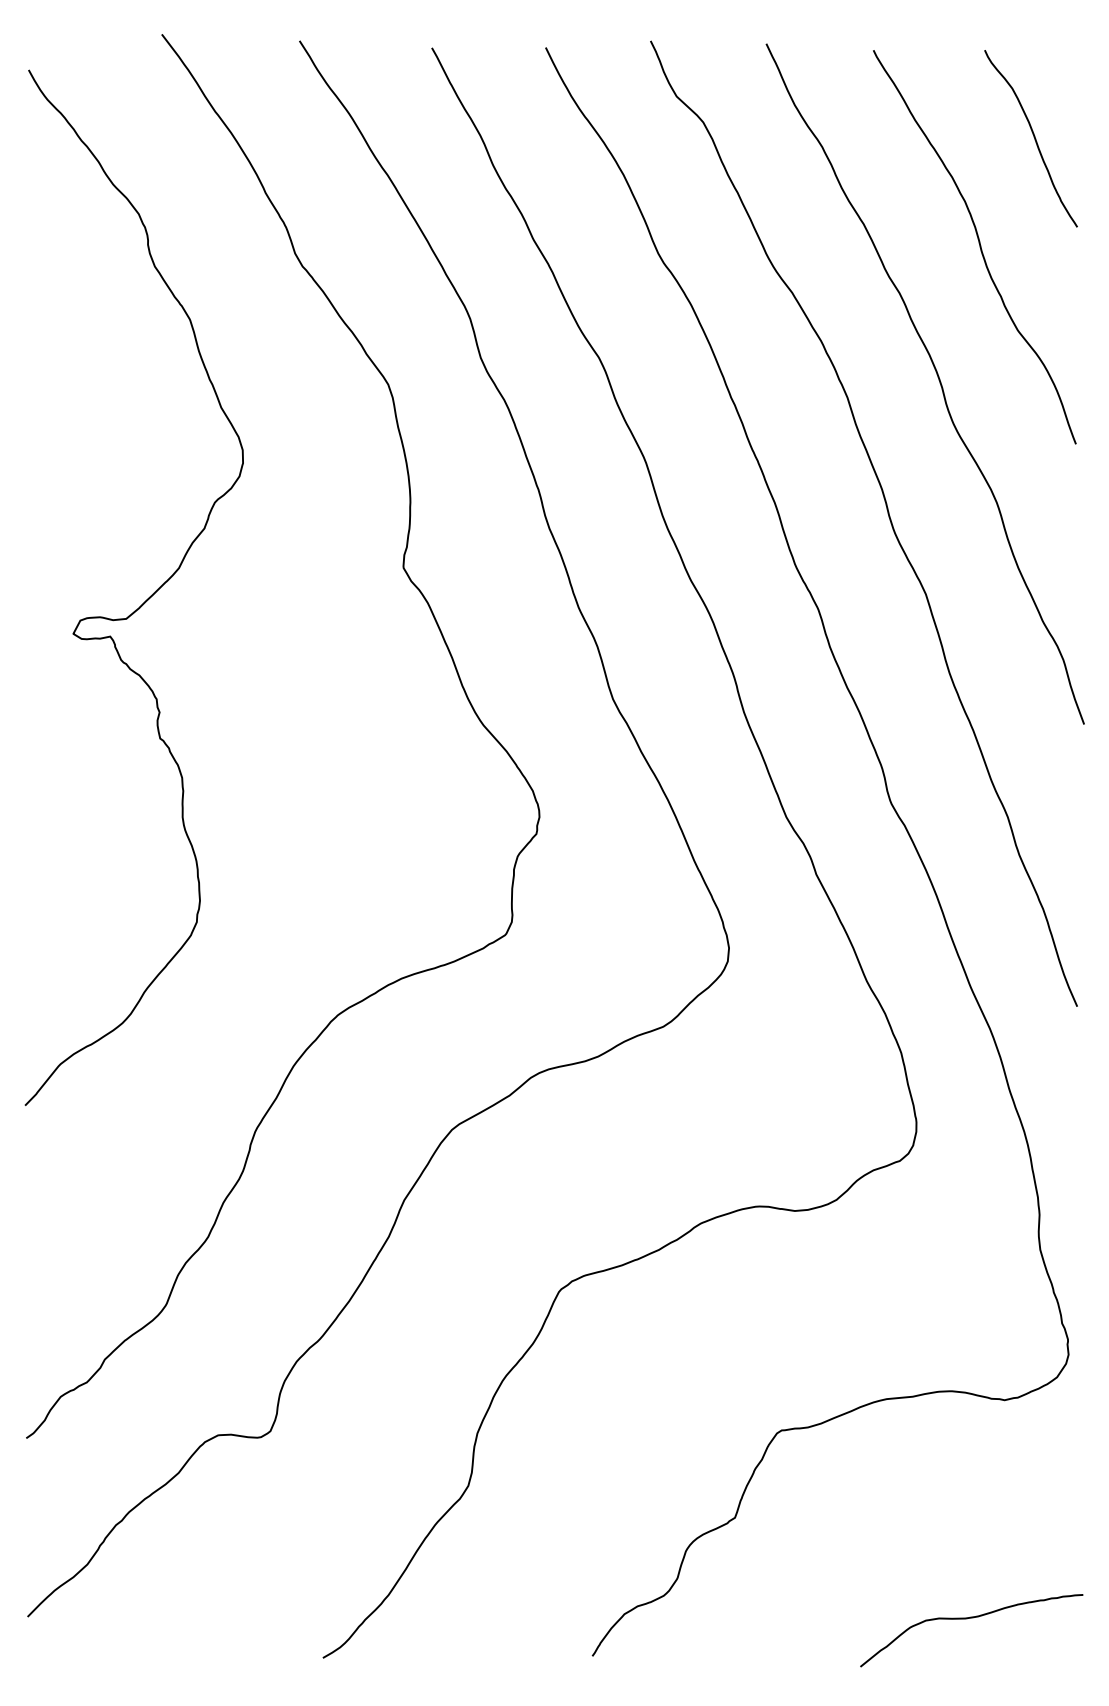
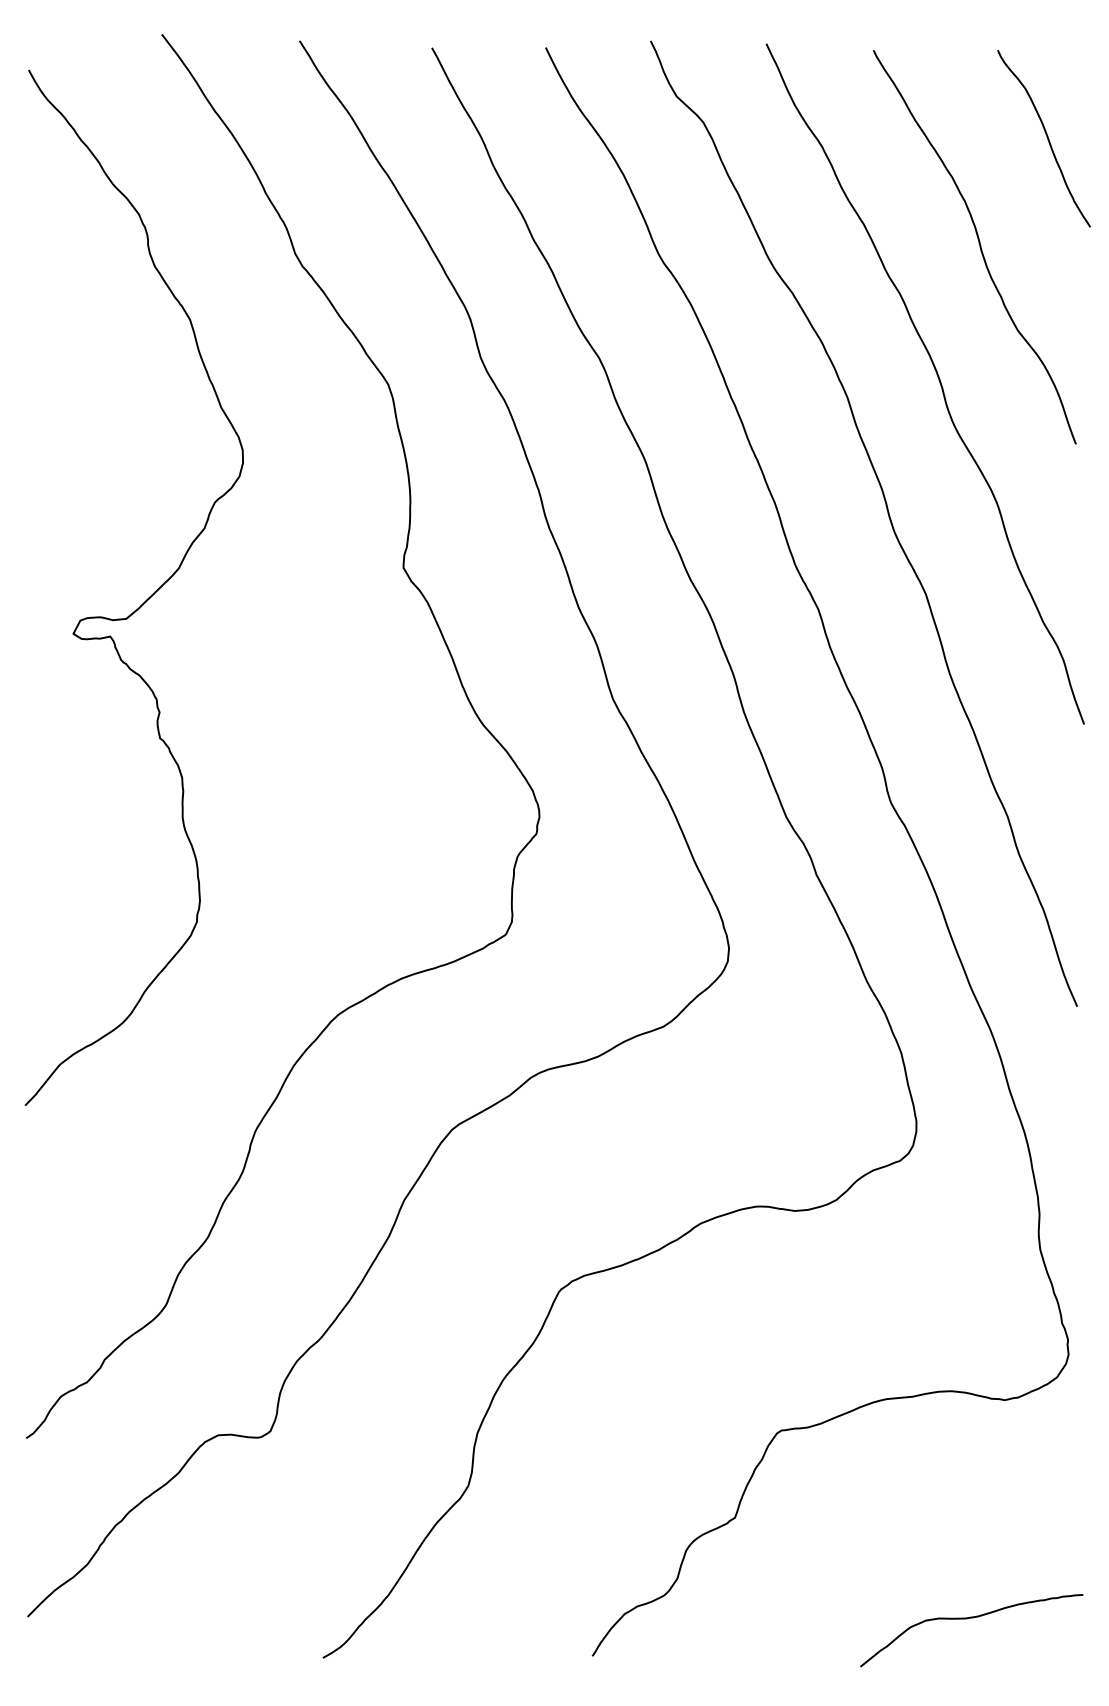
curve at (1033, 137) position: (1033, 137) -> (1046, 137)
